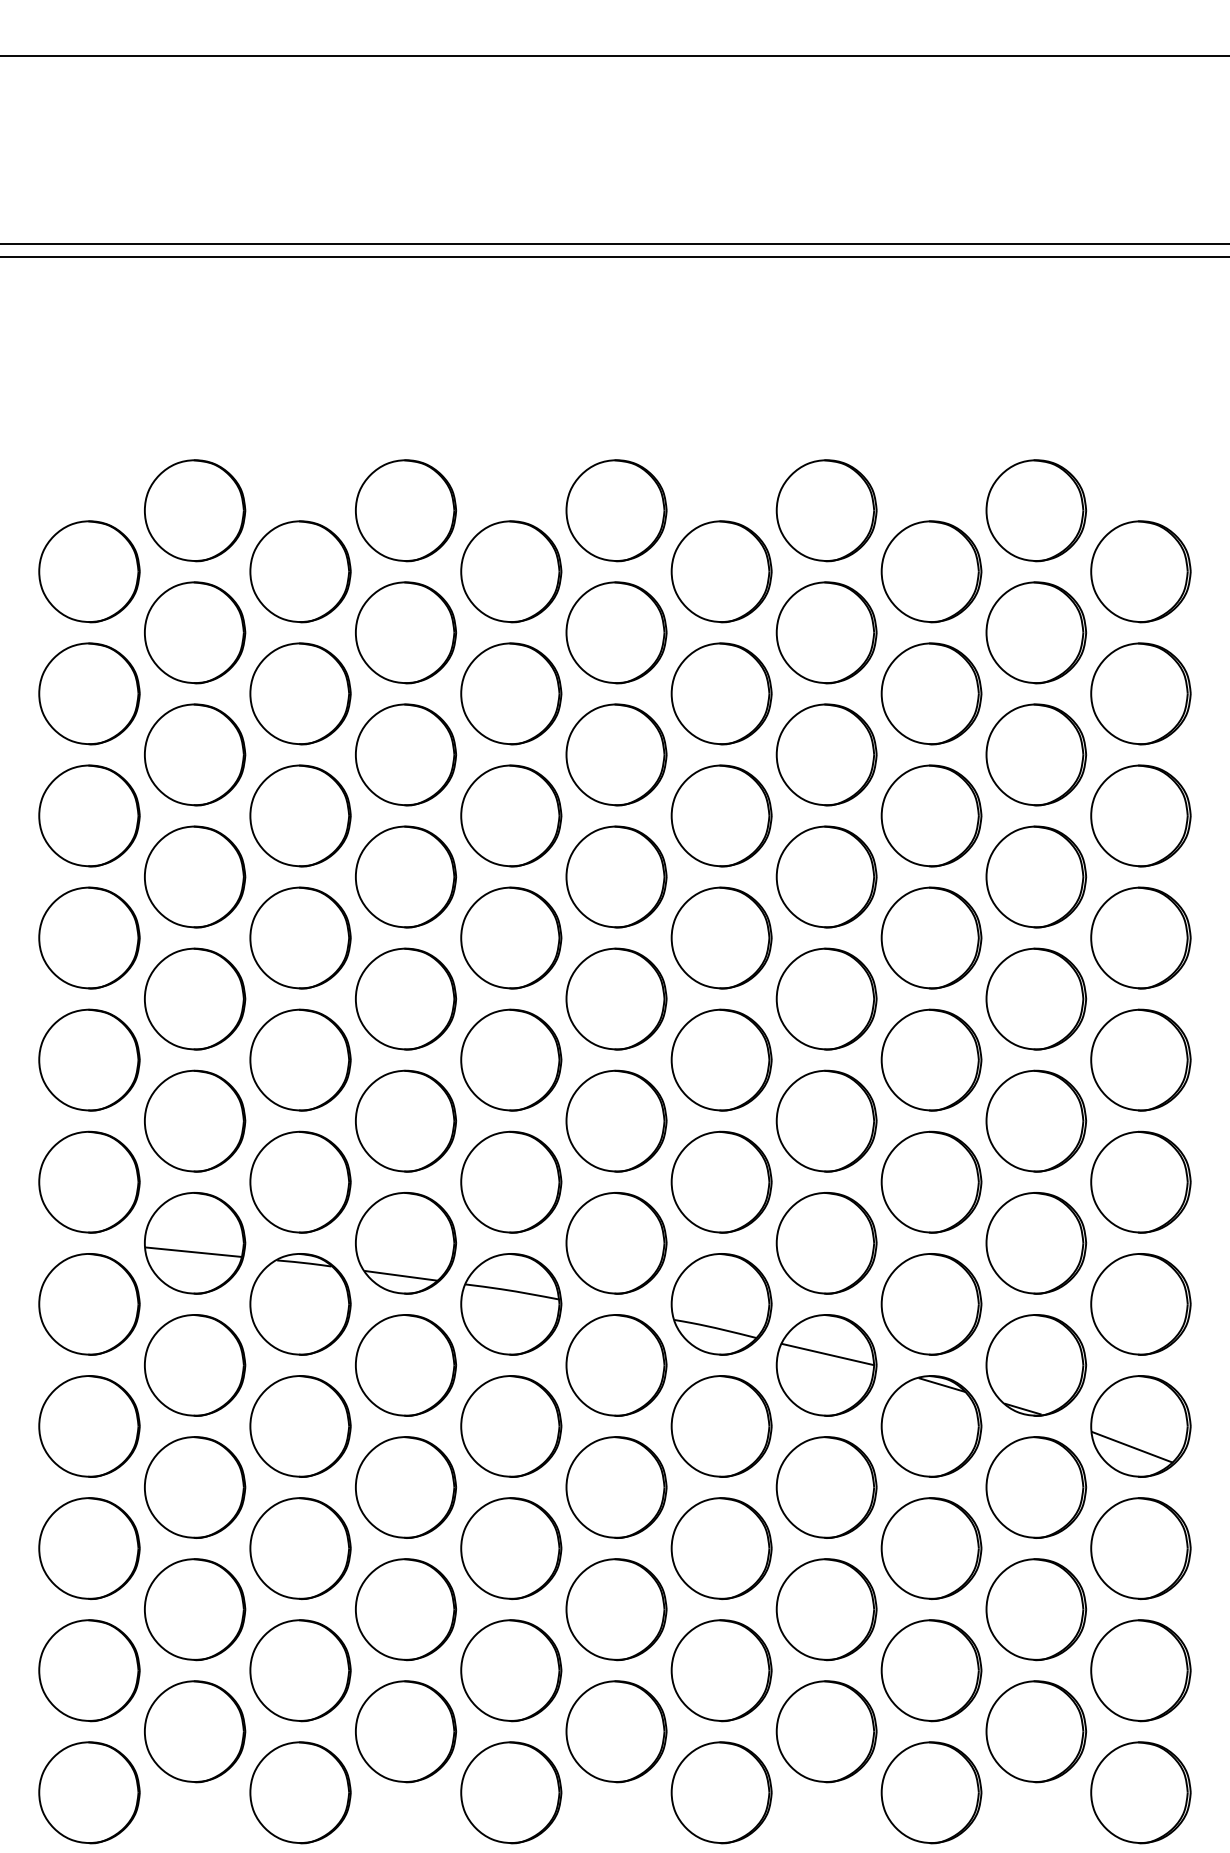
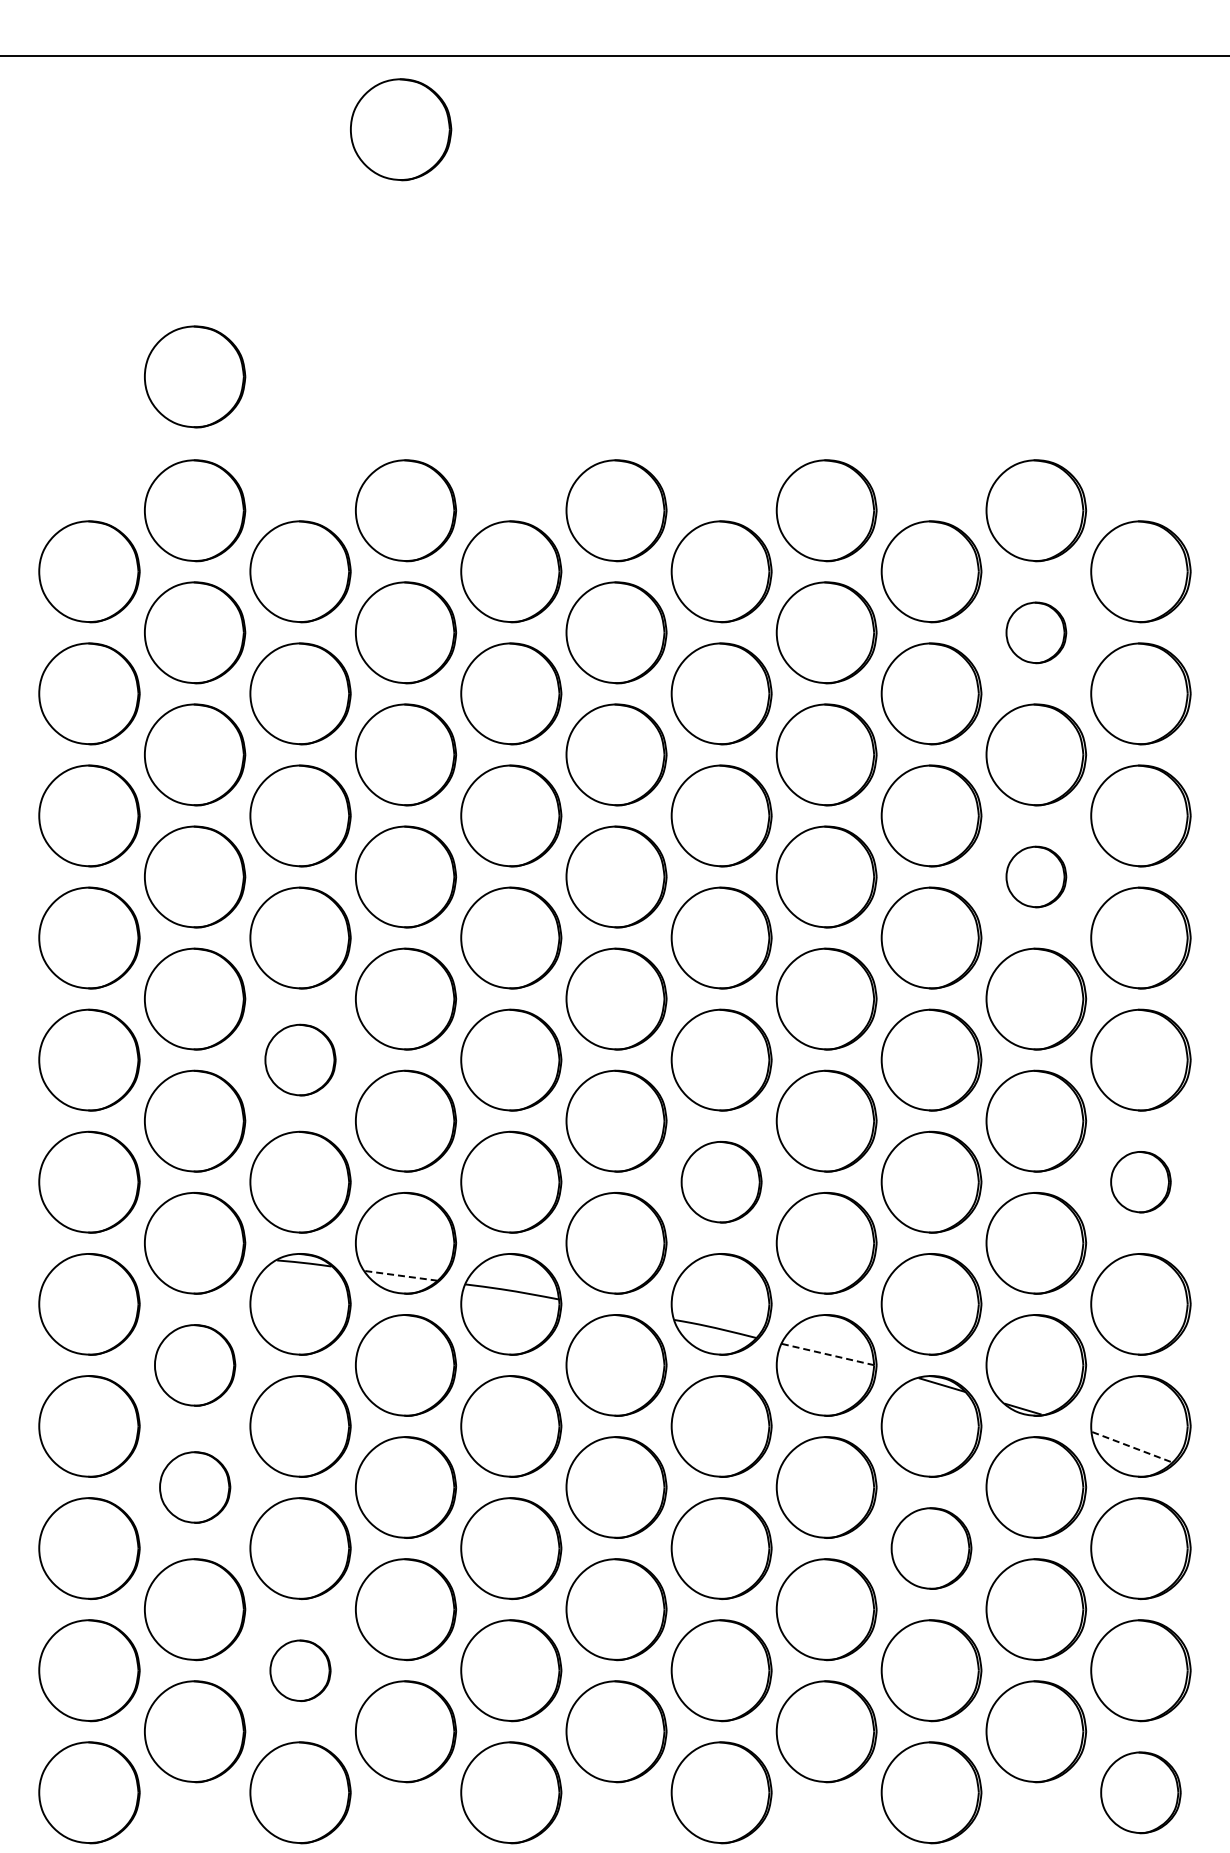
part at (401, 129): none -> present
line at (614, 244): present -> none
line at (614, 256): present -> none
part at (195, 376): none -> present
part at (1036, 632) size: 103x104 px -> 63x64 px
part at (1036, 876) size: 103x104 px -> 63x64 px
part at (300, 1059) size: 103x104 px -> 73x74 px
part at (721, 1181) size: 103x104 px -> 83x83 px
part at (1140, 1181) size: 102x104 px -> 62x63 px
line at (193, 1251): present -> none
line at (401, 1275): solid -> dashed
line at (828, 1354): solid -> dashed
part at (195, 1365) size: 103x103 px -> 83x83 px
line at (1132, 1447): solid -> dashed
part at (195, 1487) size: 103x103 px -> 73x73 px
part at (931, 1548) size: 103x103 px -> 83x83 px
part at (300, 1670) size: 103x104 px -> 63x63 px
part at (1140, 1792) size: 102x104 px -> 82x84 px
